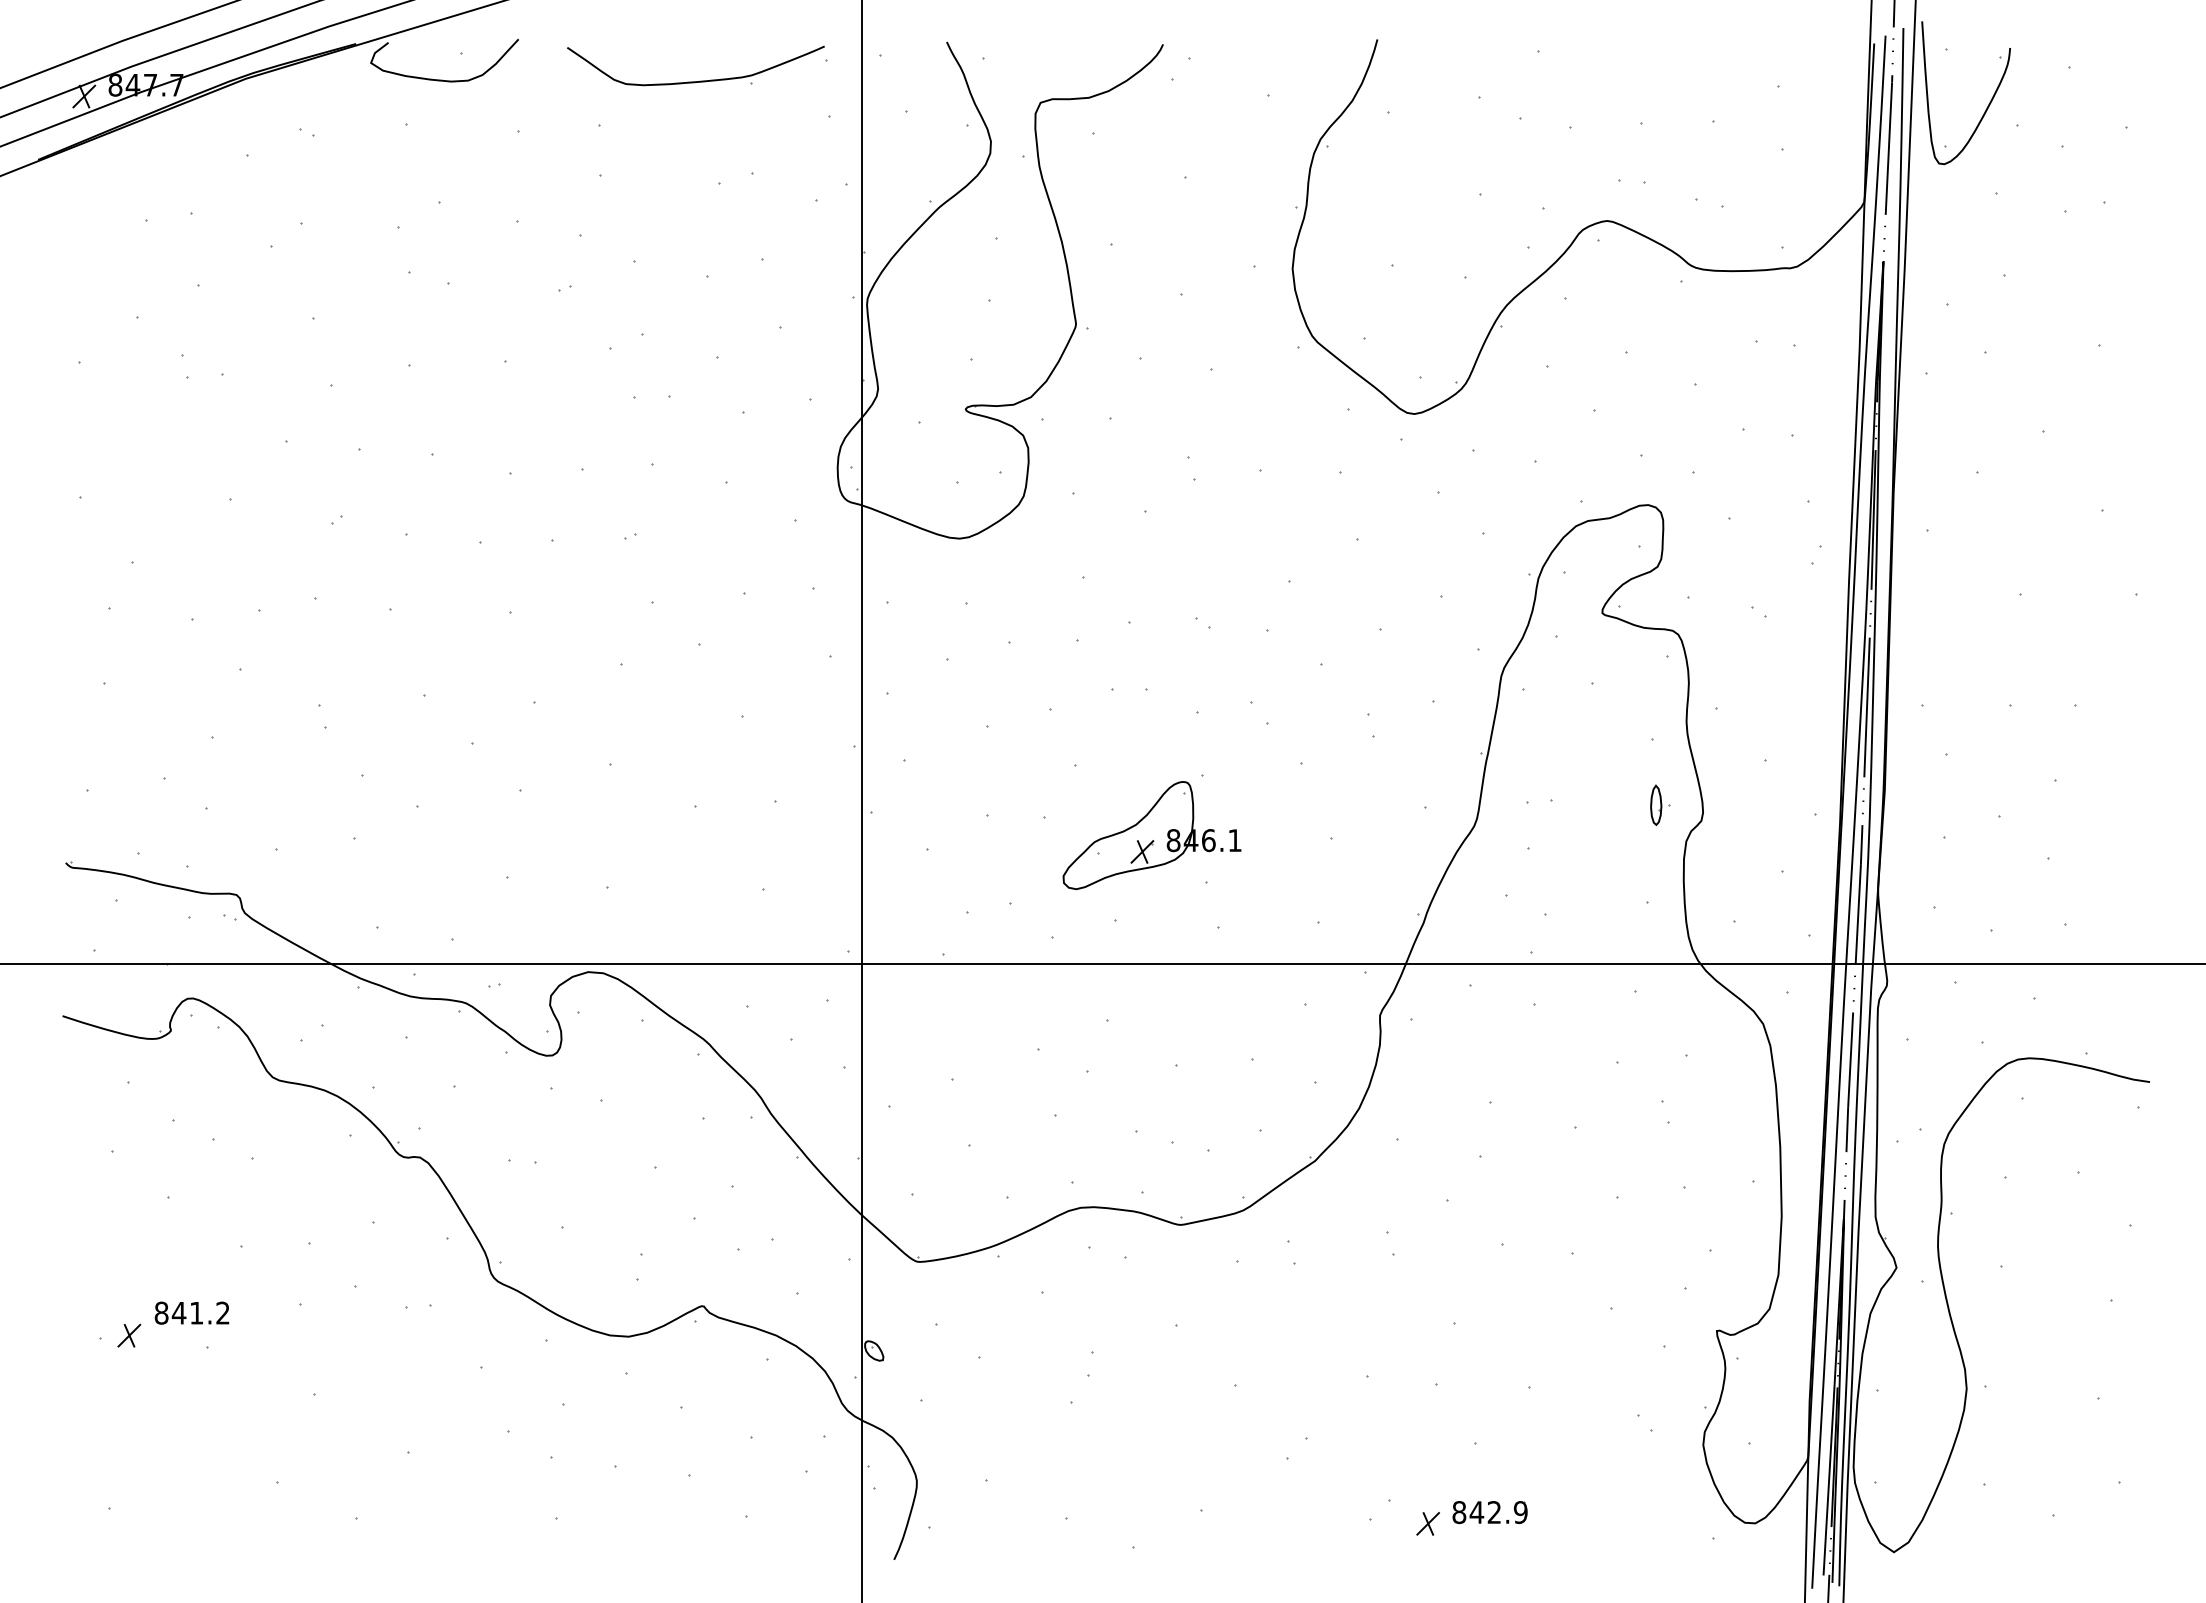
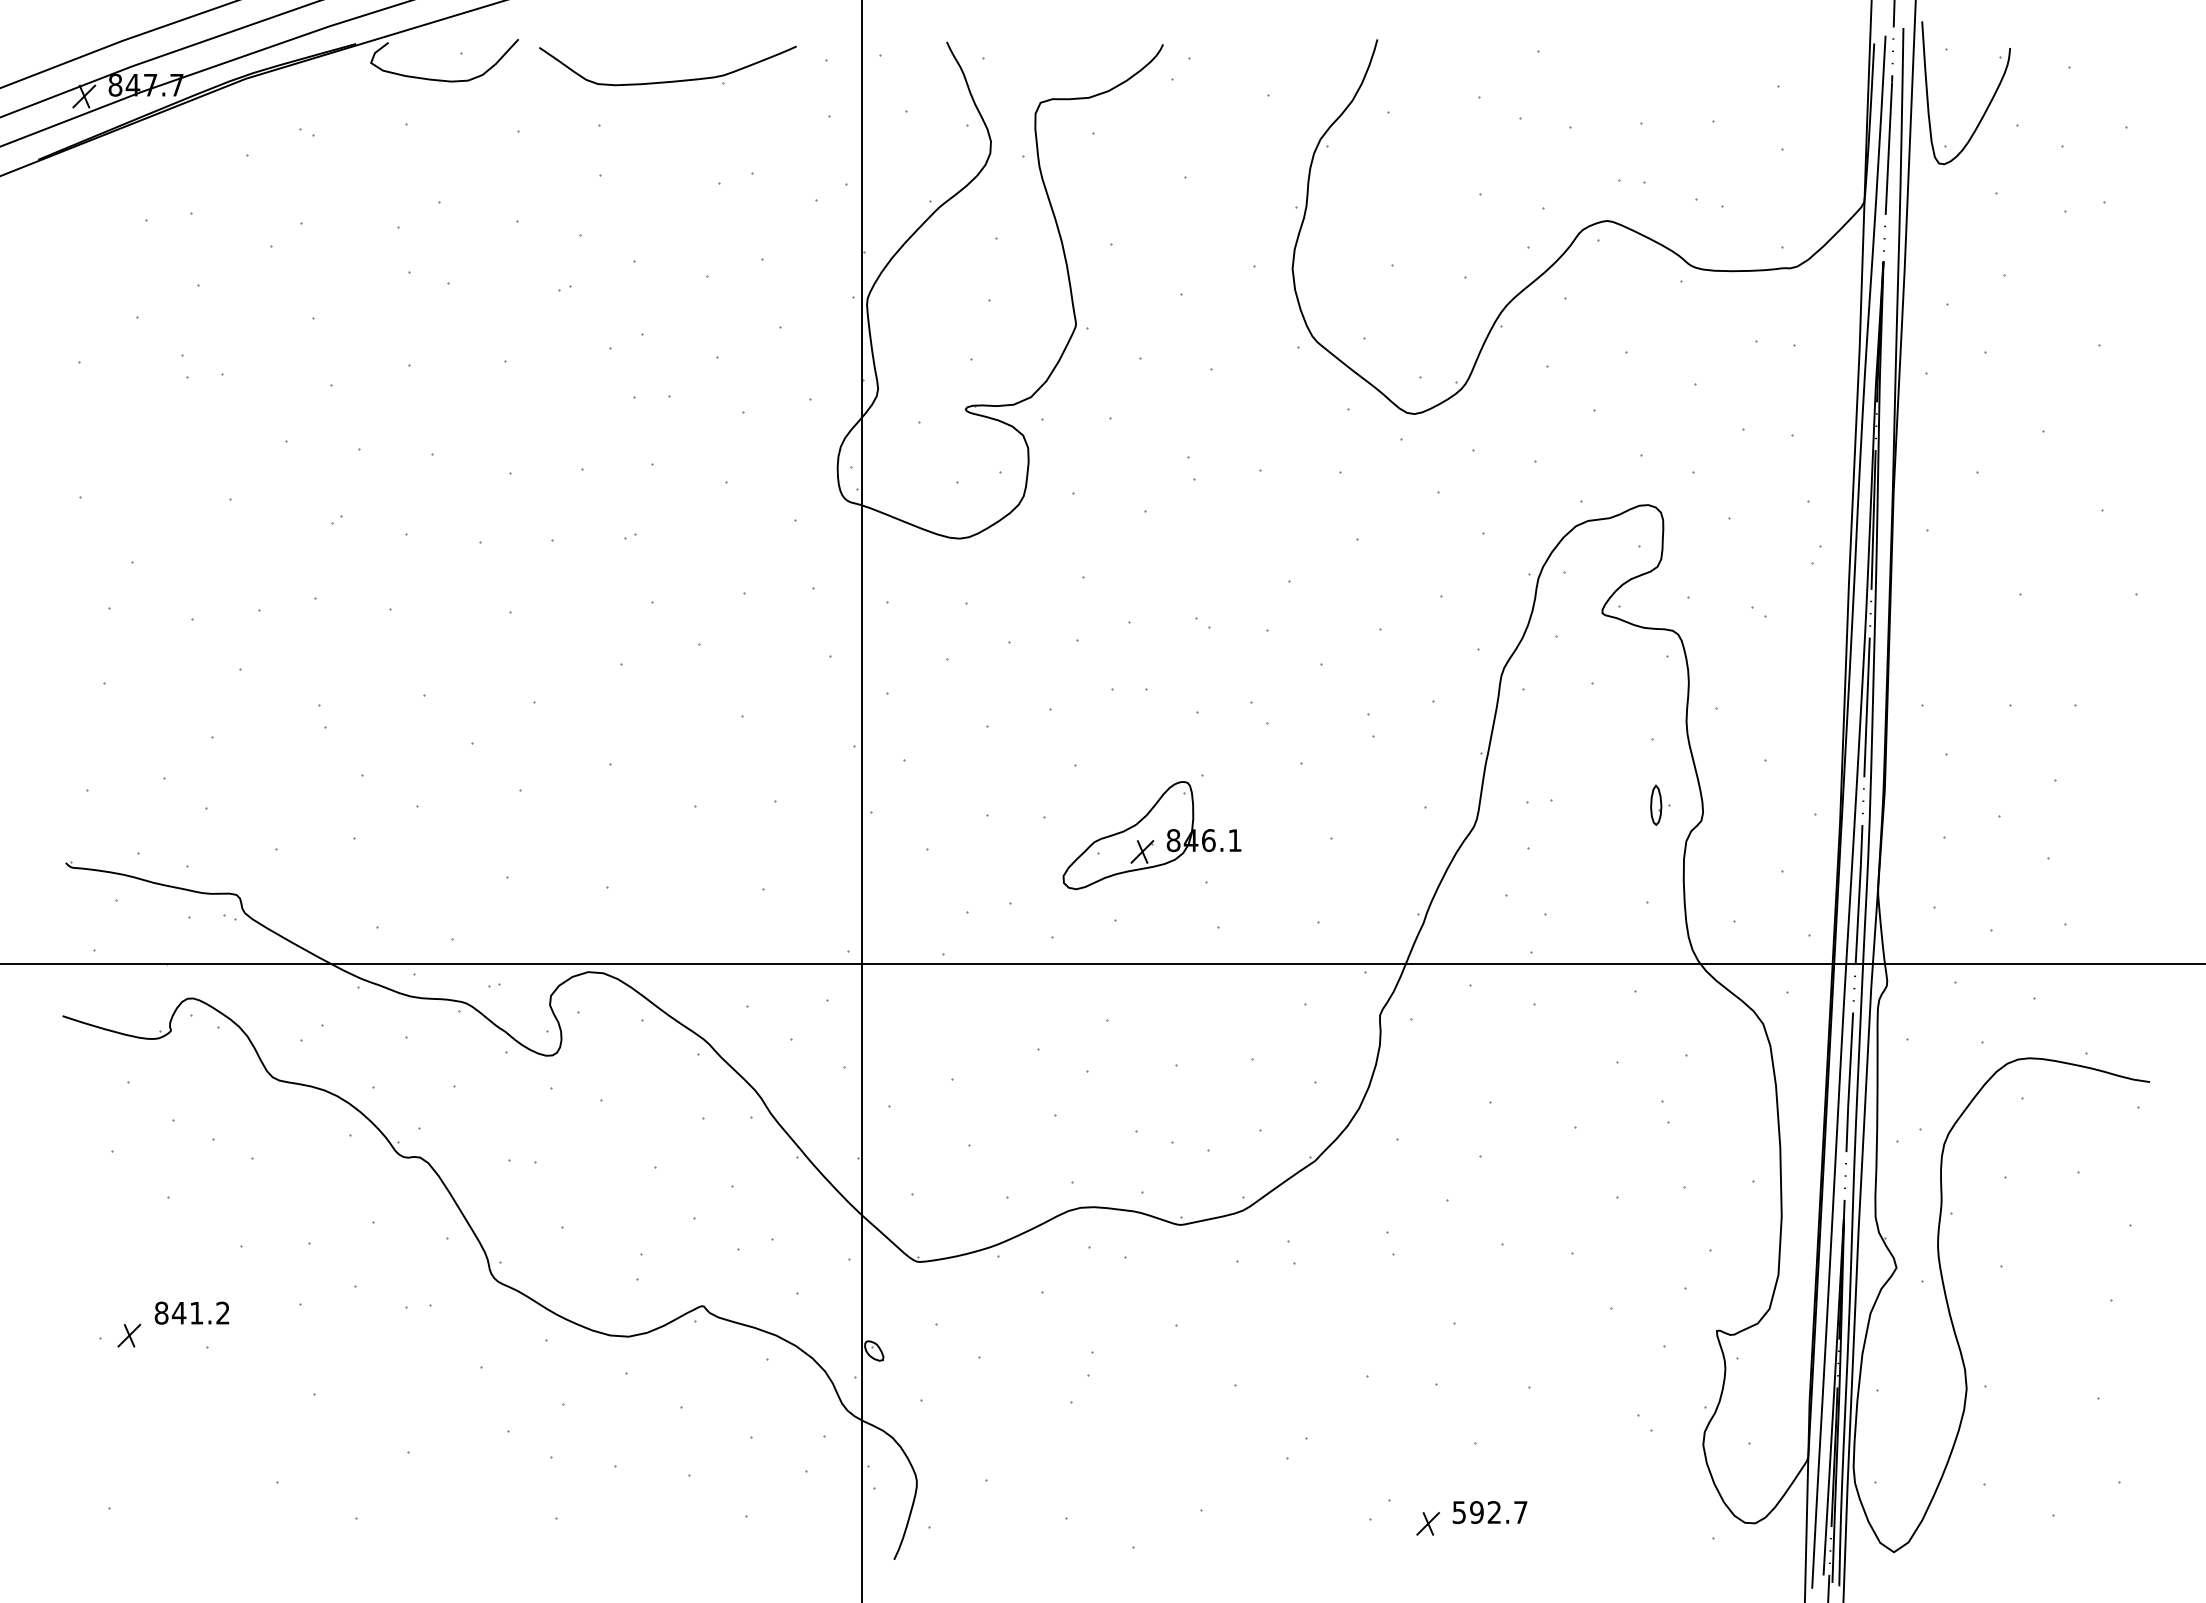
part at (699, 80) position: (699, 80) -> (671, 80)
text at (1489, 1512): 842.9 -> 592.7
